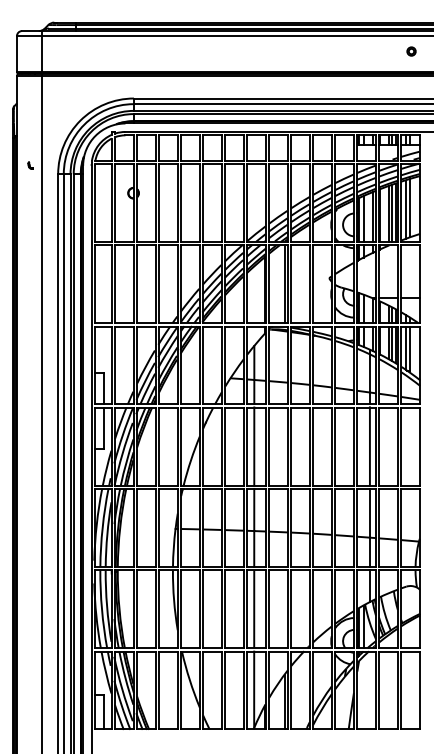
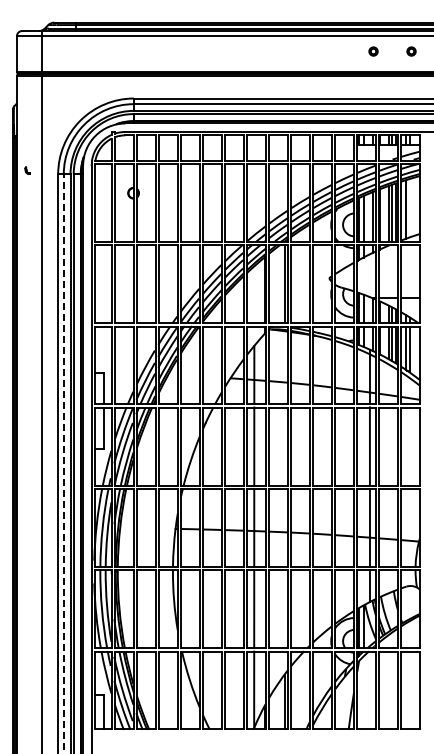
part at (373, 51): none -> present
part at (30, 165) position: (30, 165) -> (27, 170)
line at (409, 207): present -> none
line at (63, 464): solid -> dashed
